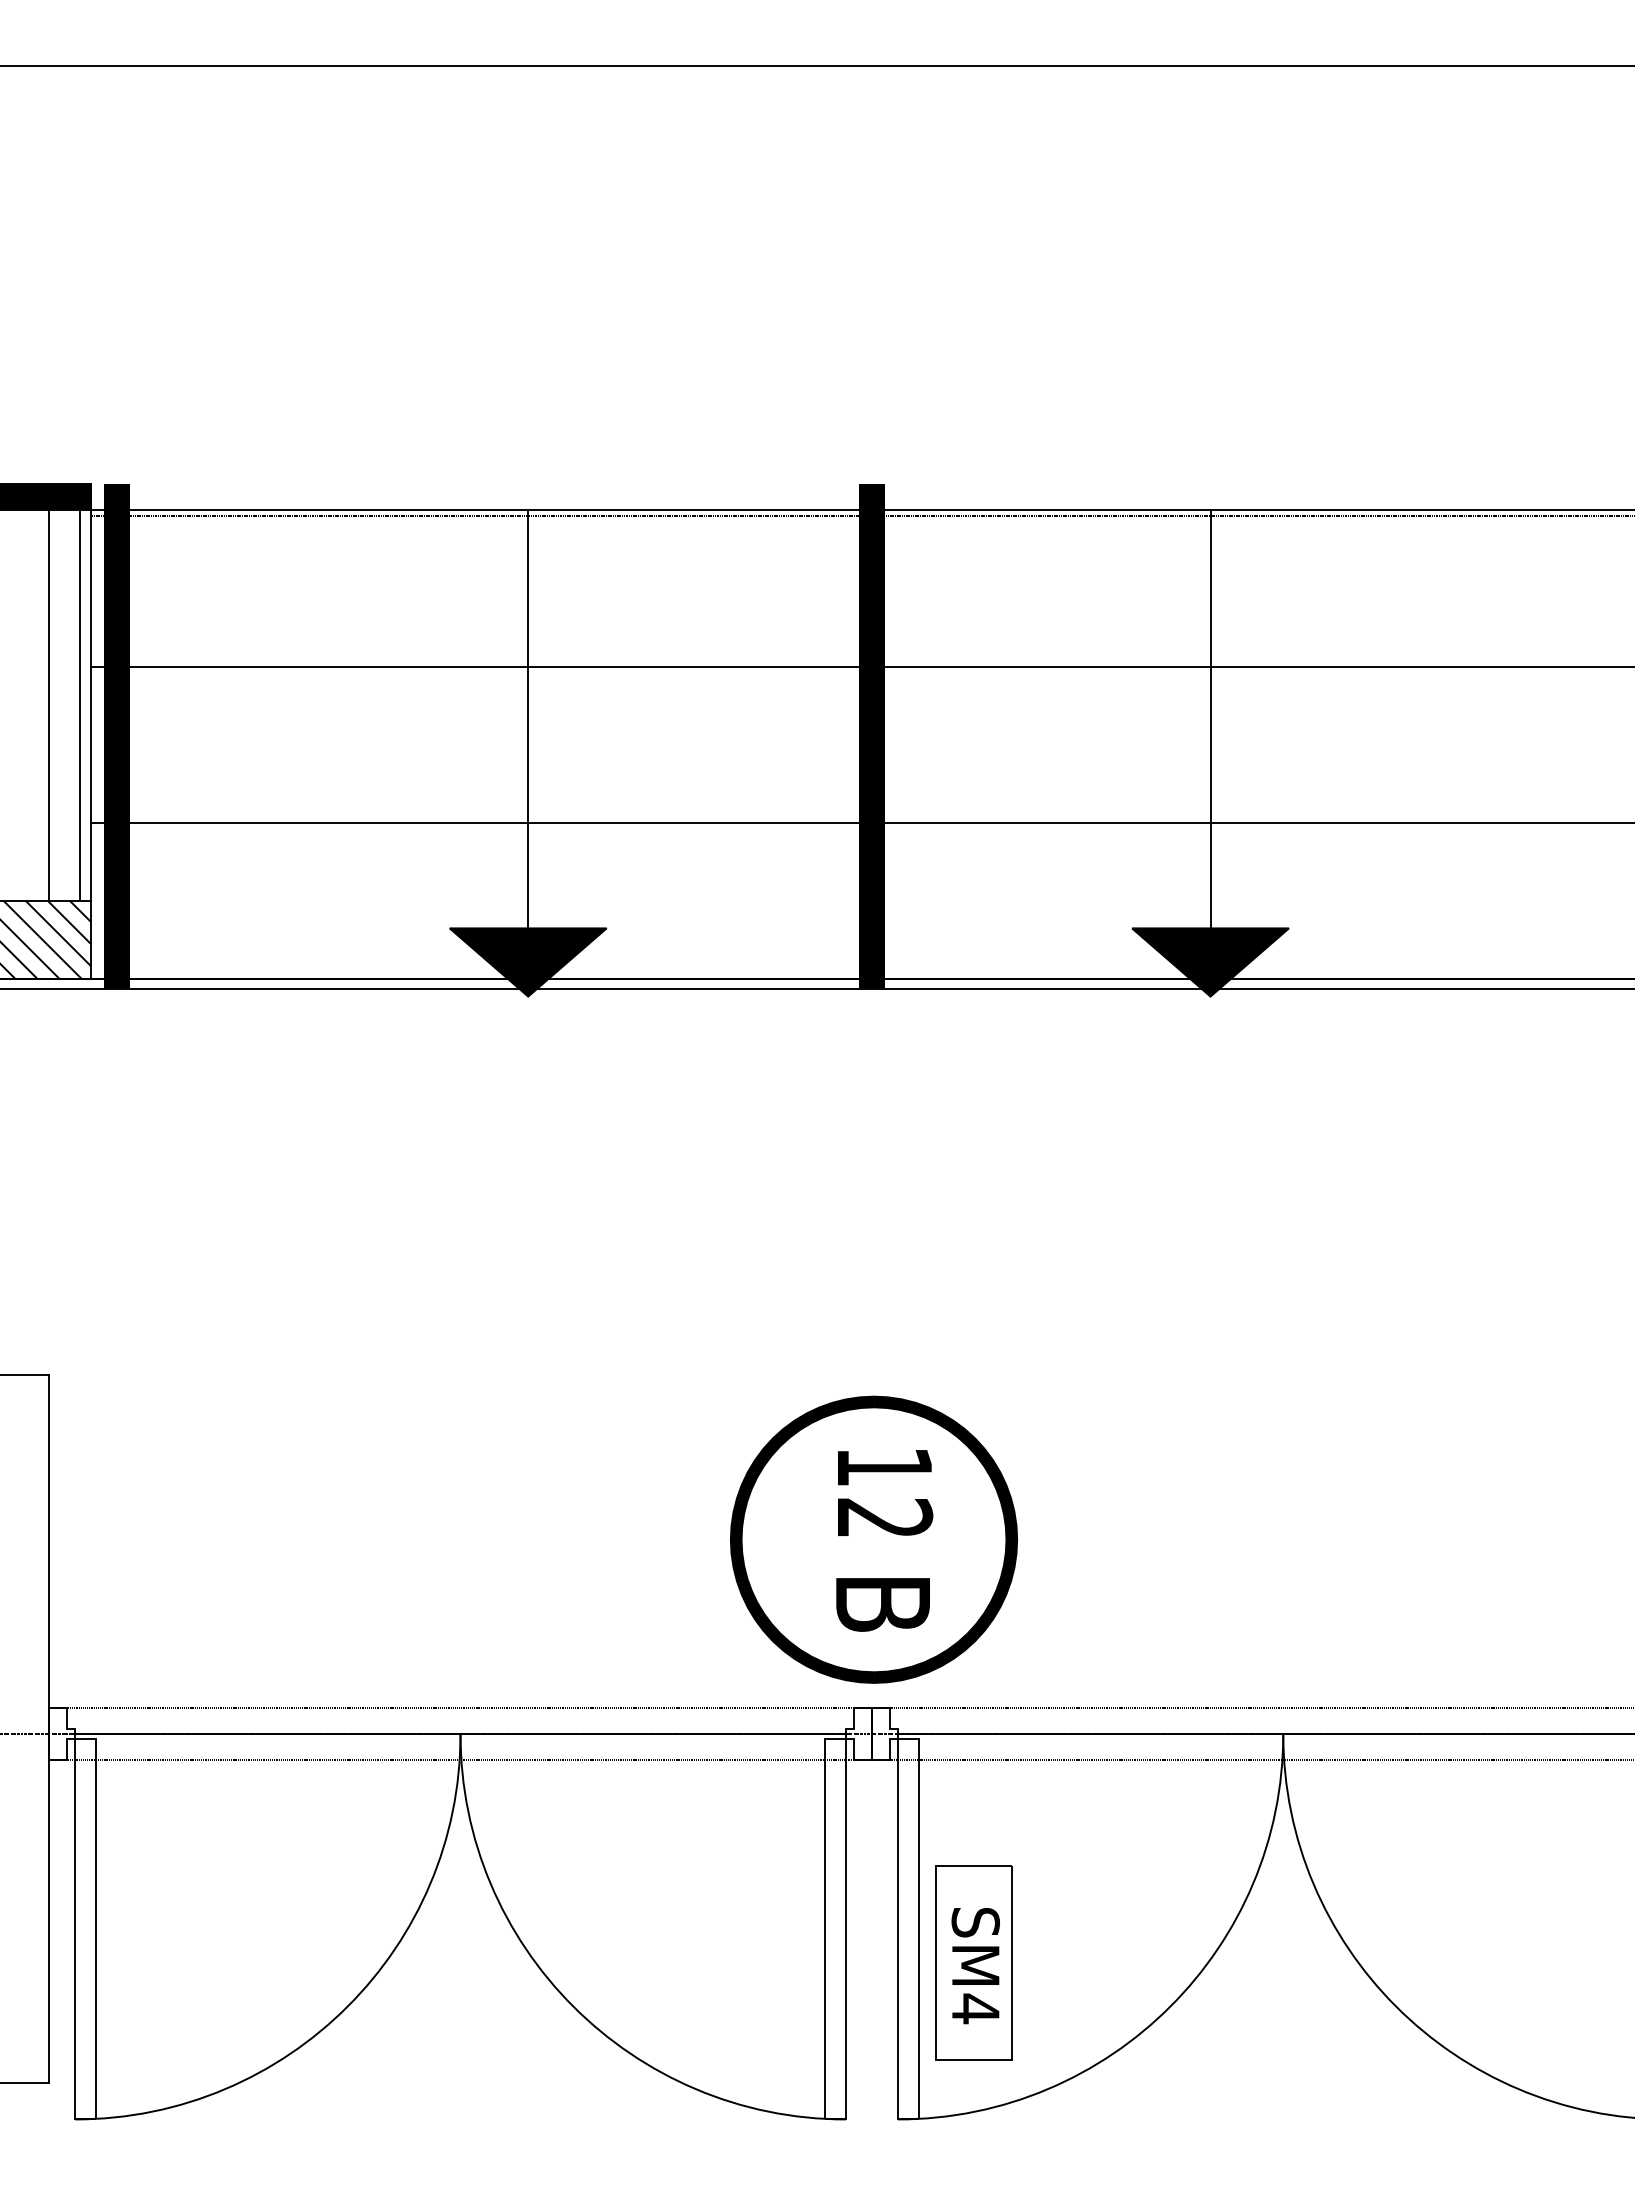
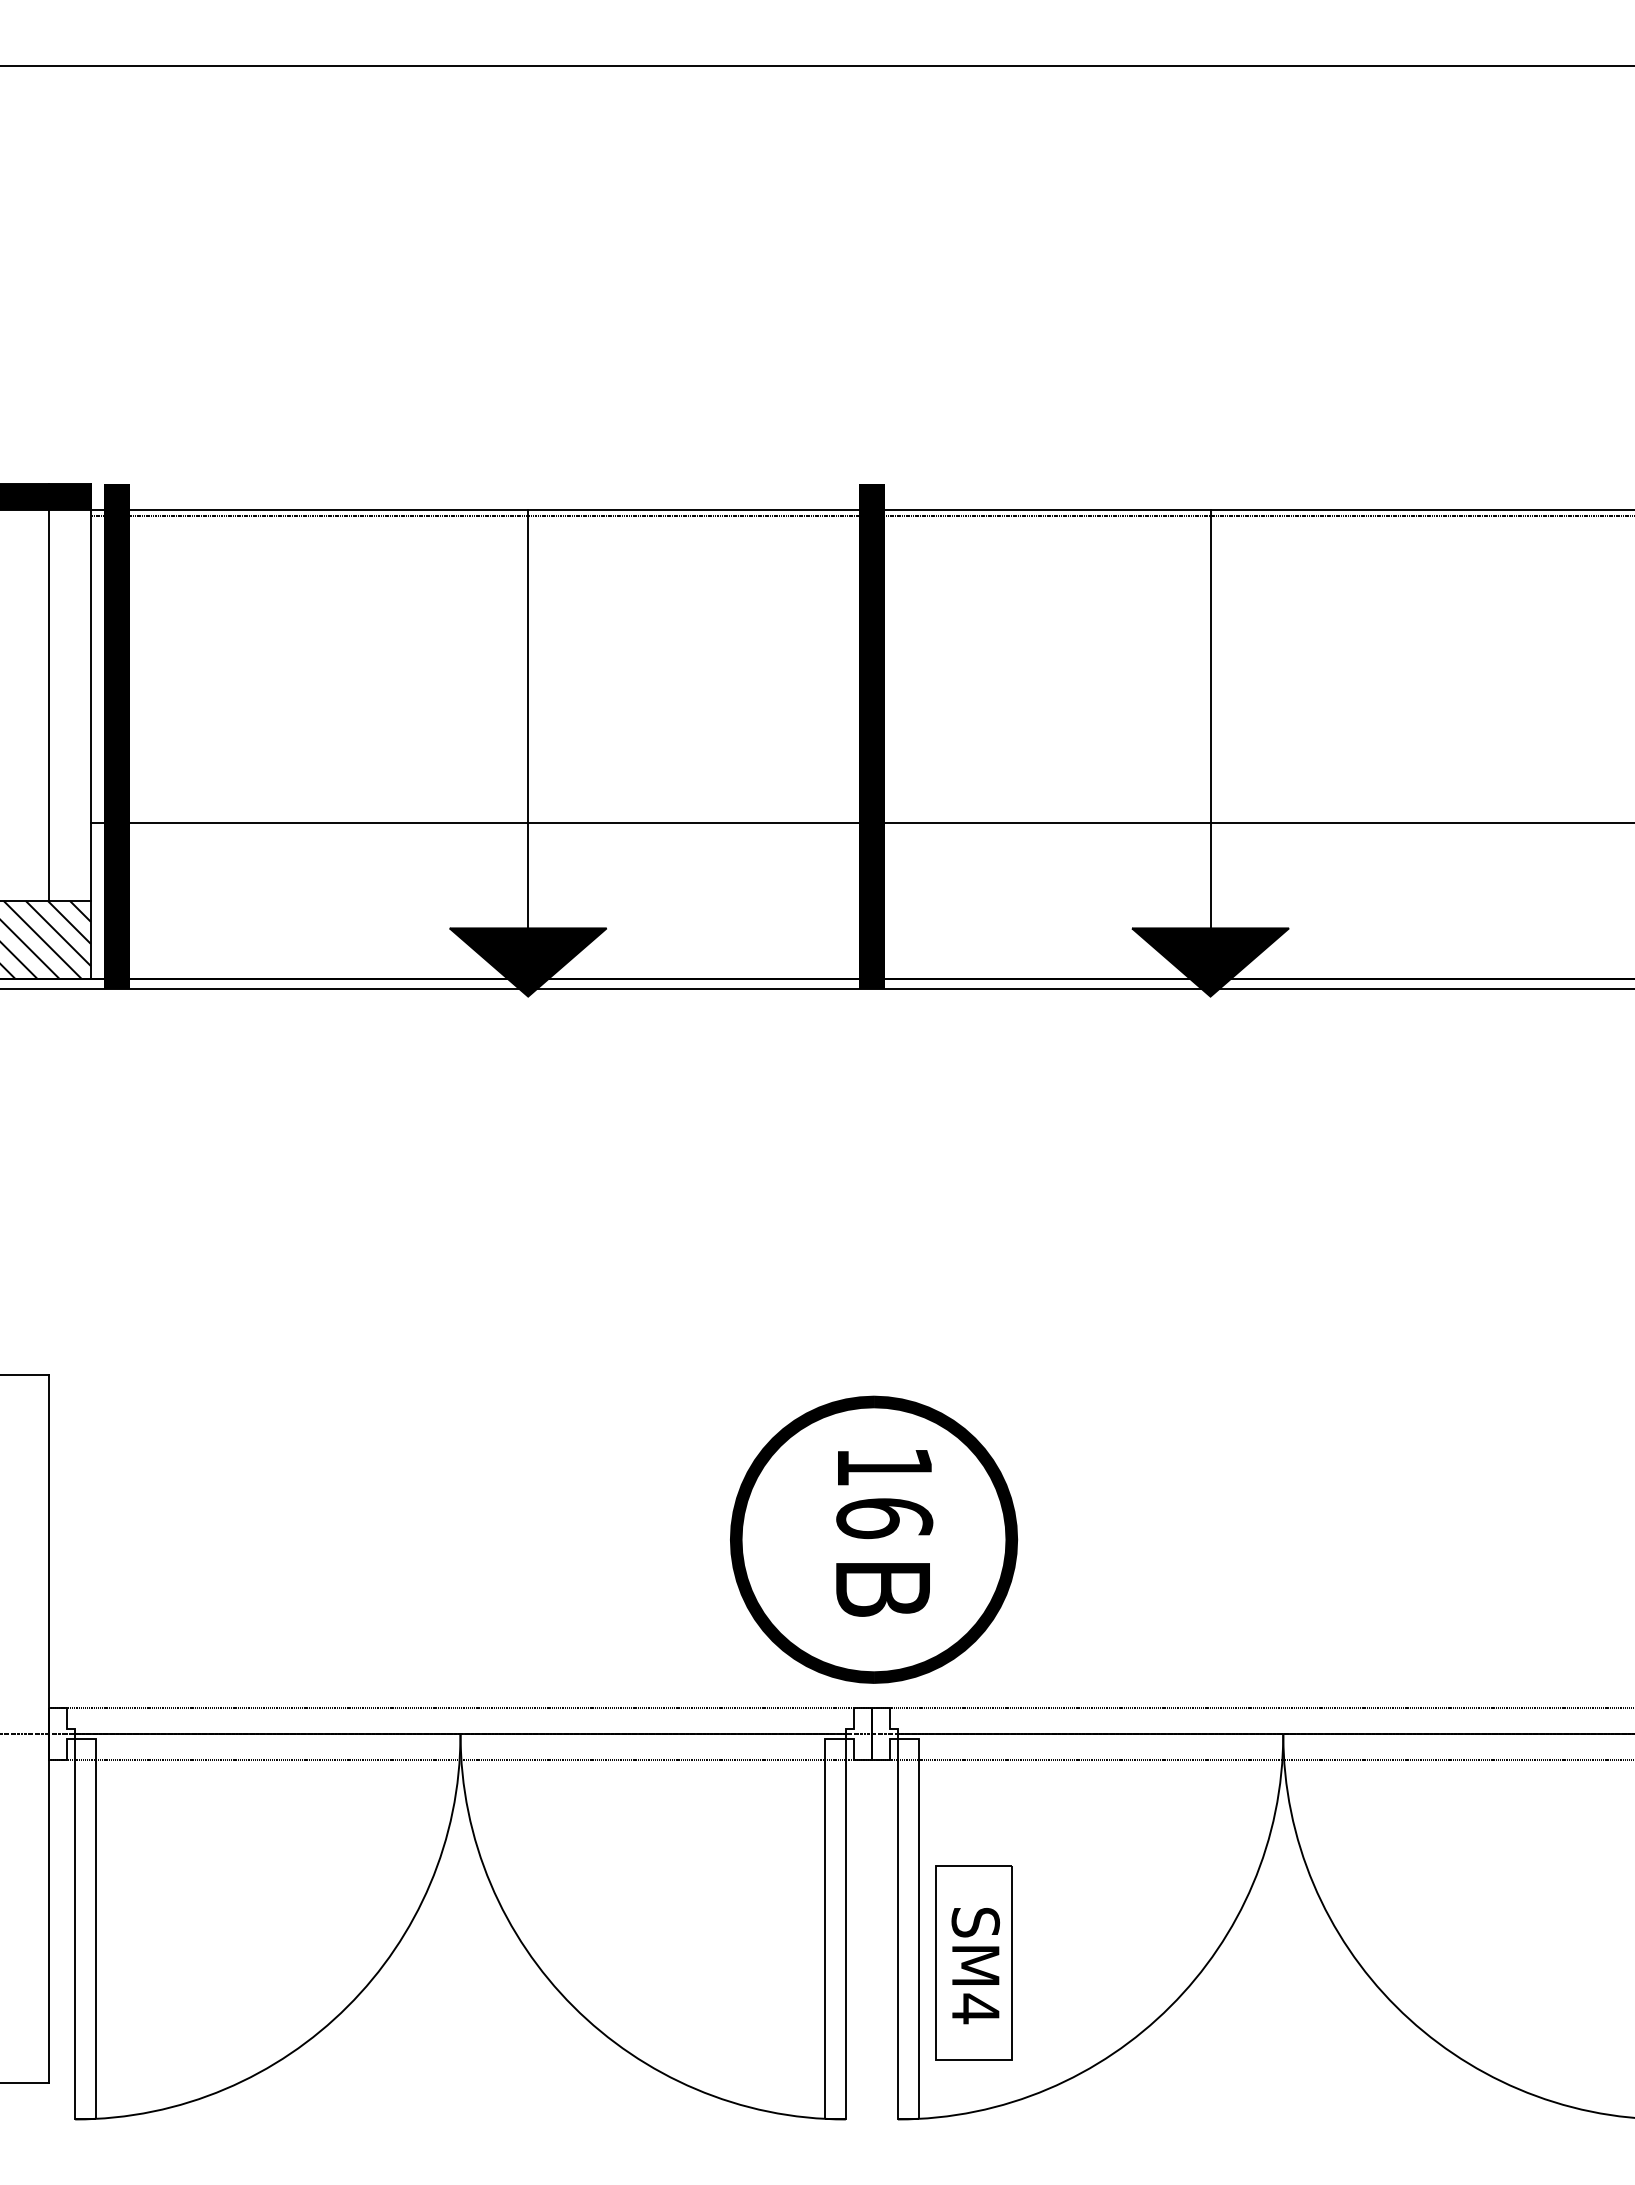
line at (860, 666): present -> none
line at (80, 692): present -> none
text at (884, 1518): 12 -> 16
text at (882, 1604) position: (882, 1604) -> (882, 1589)
